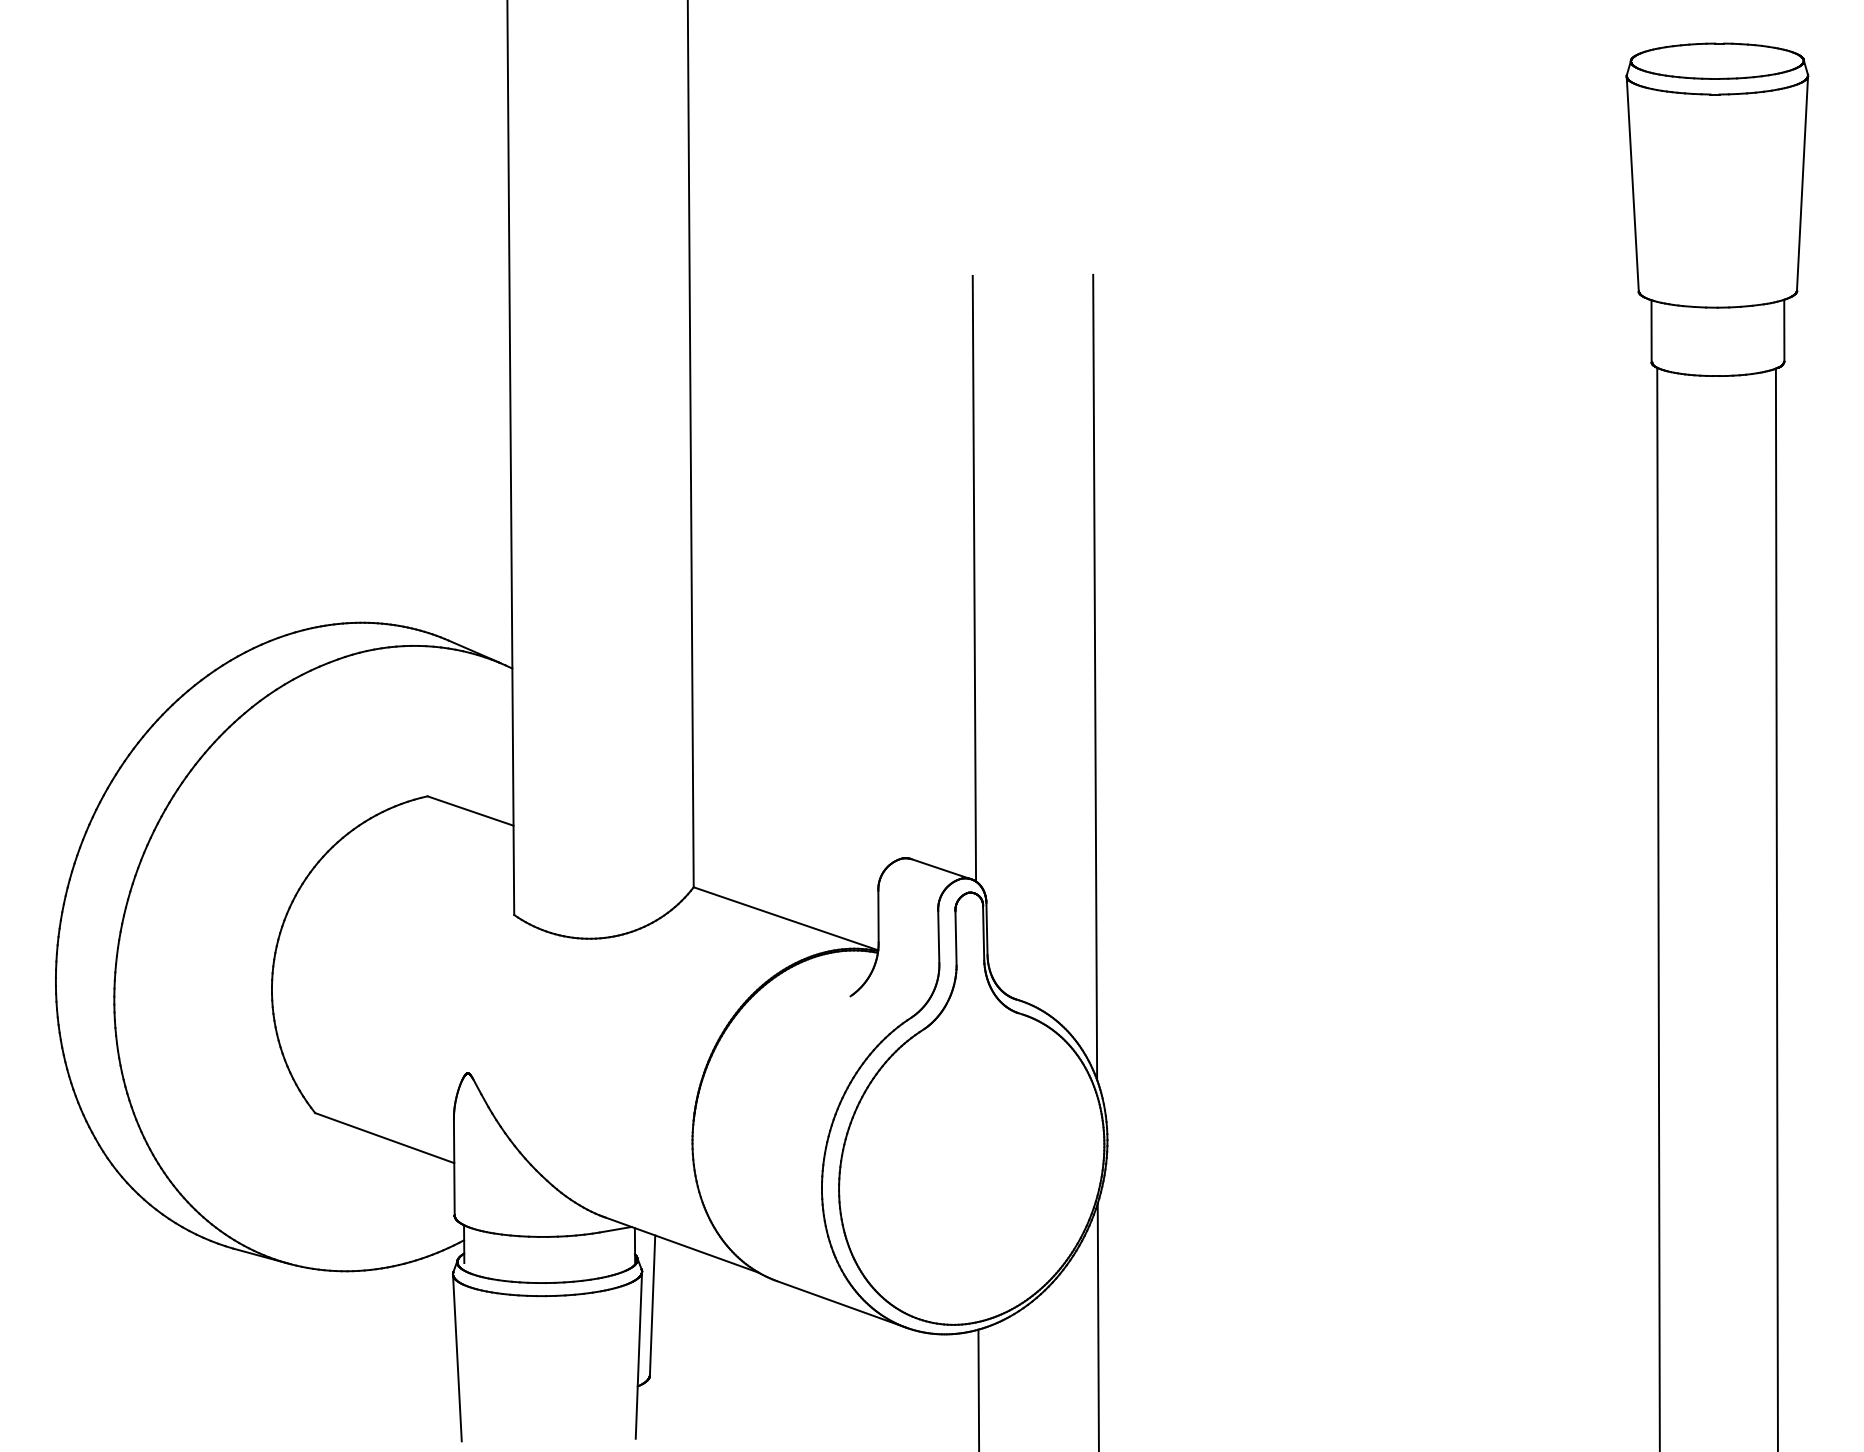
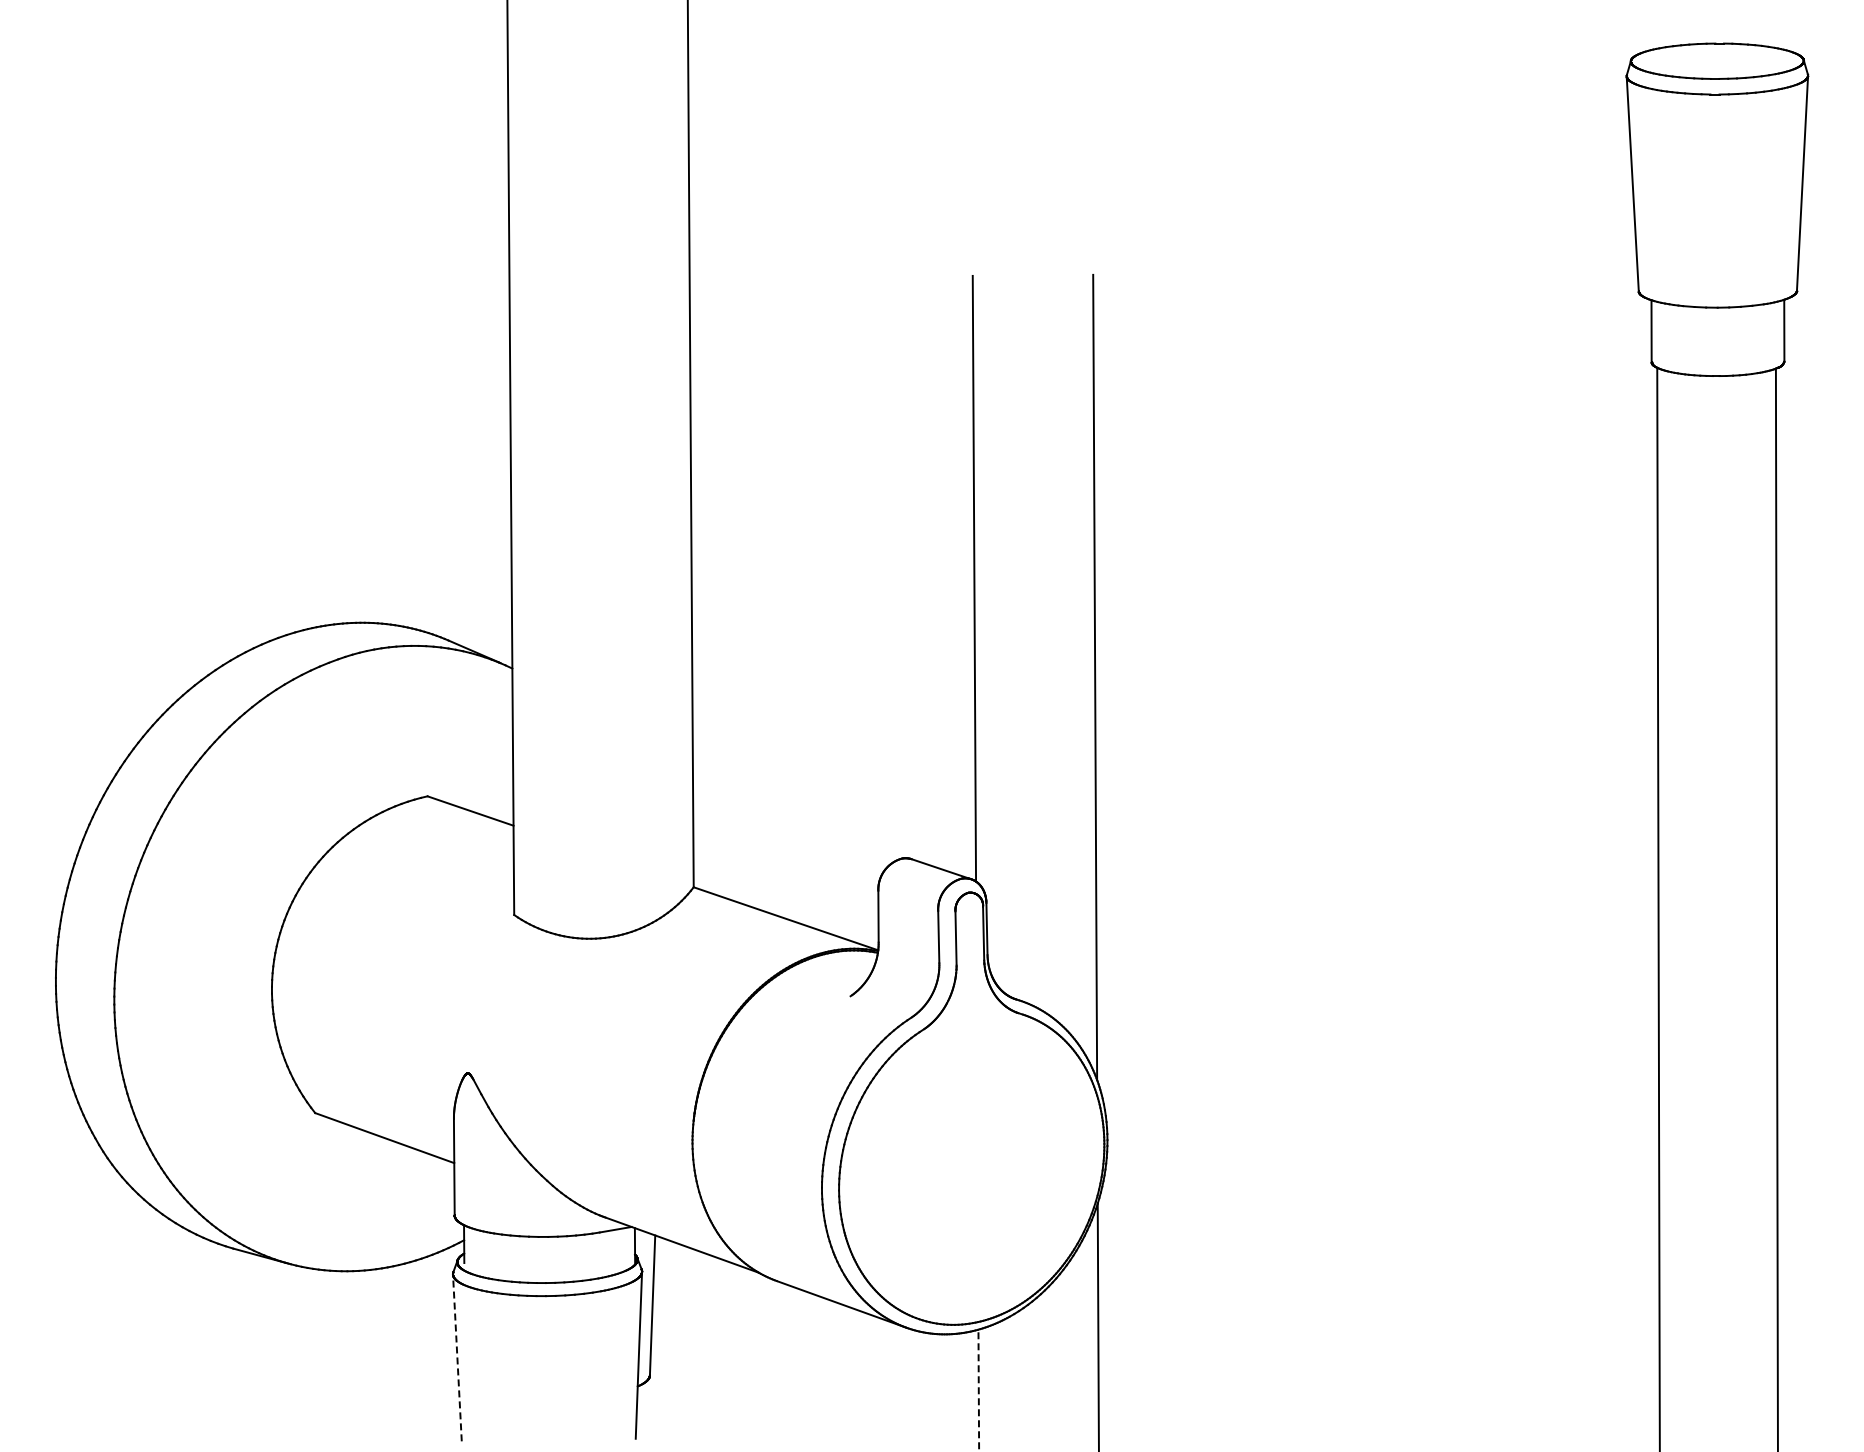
line at (457, 1357): solid -> dashed
line at (978, 1390): solid -> dashed
